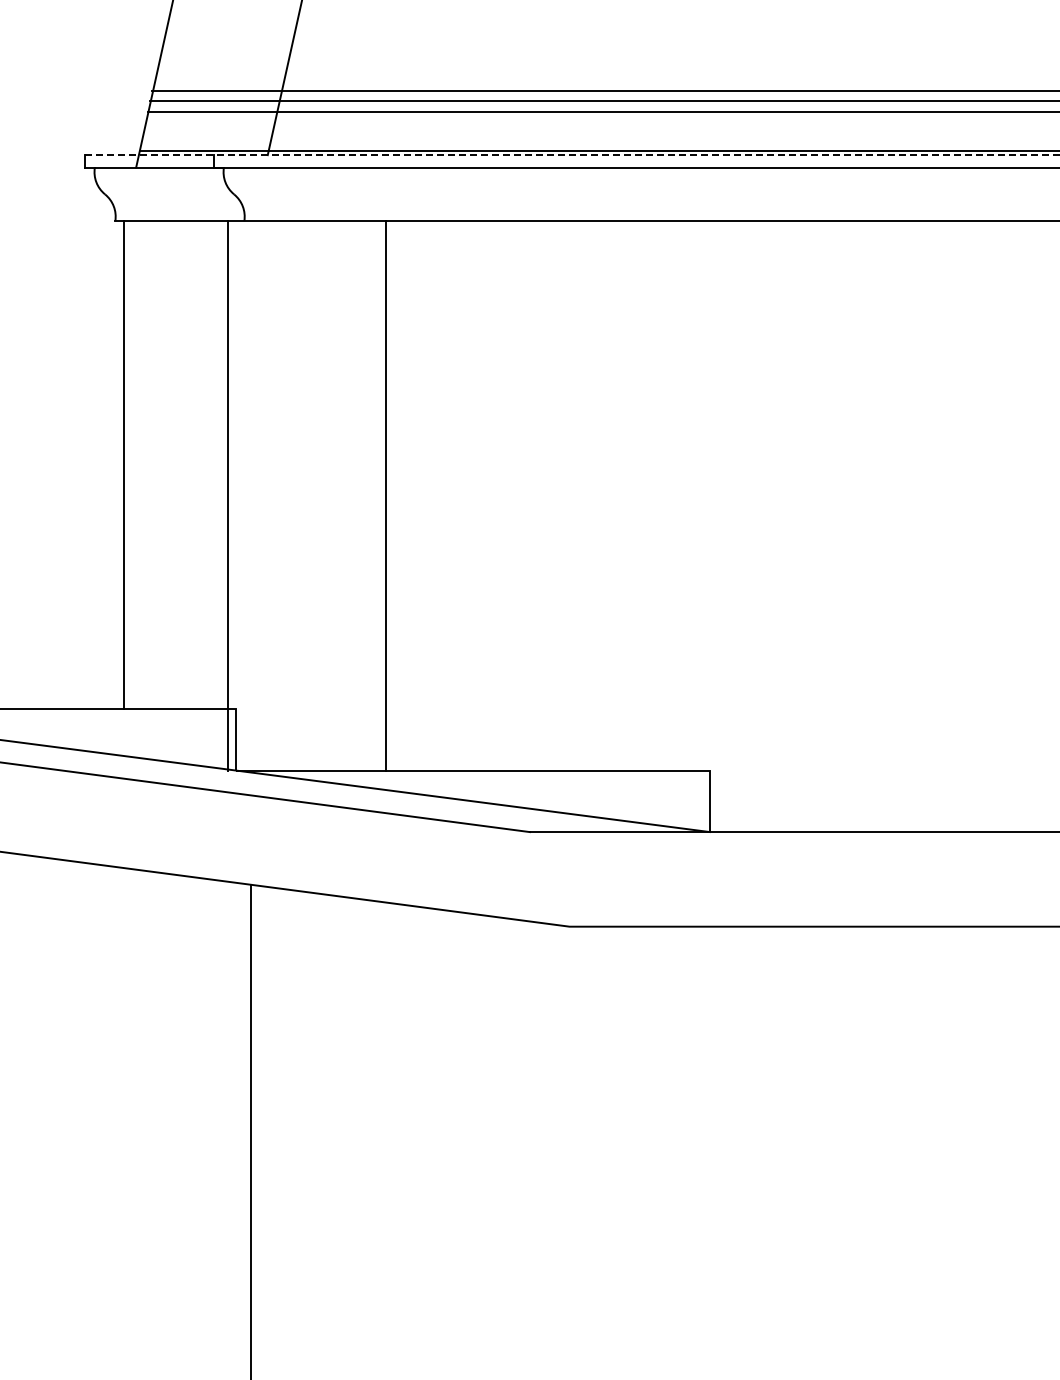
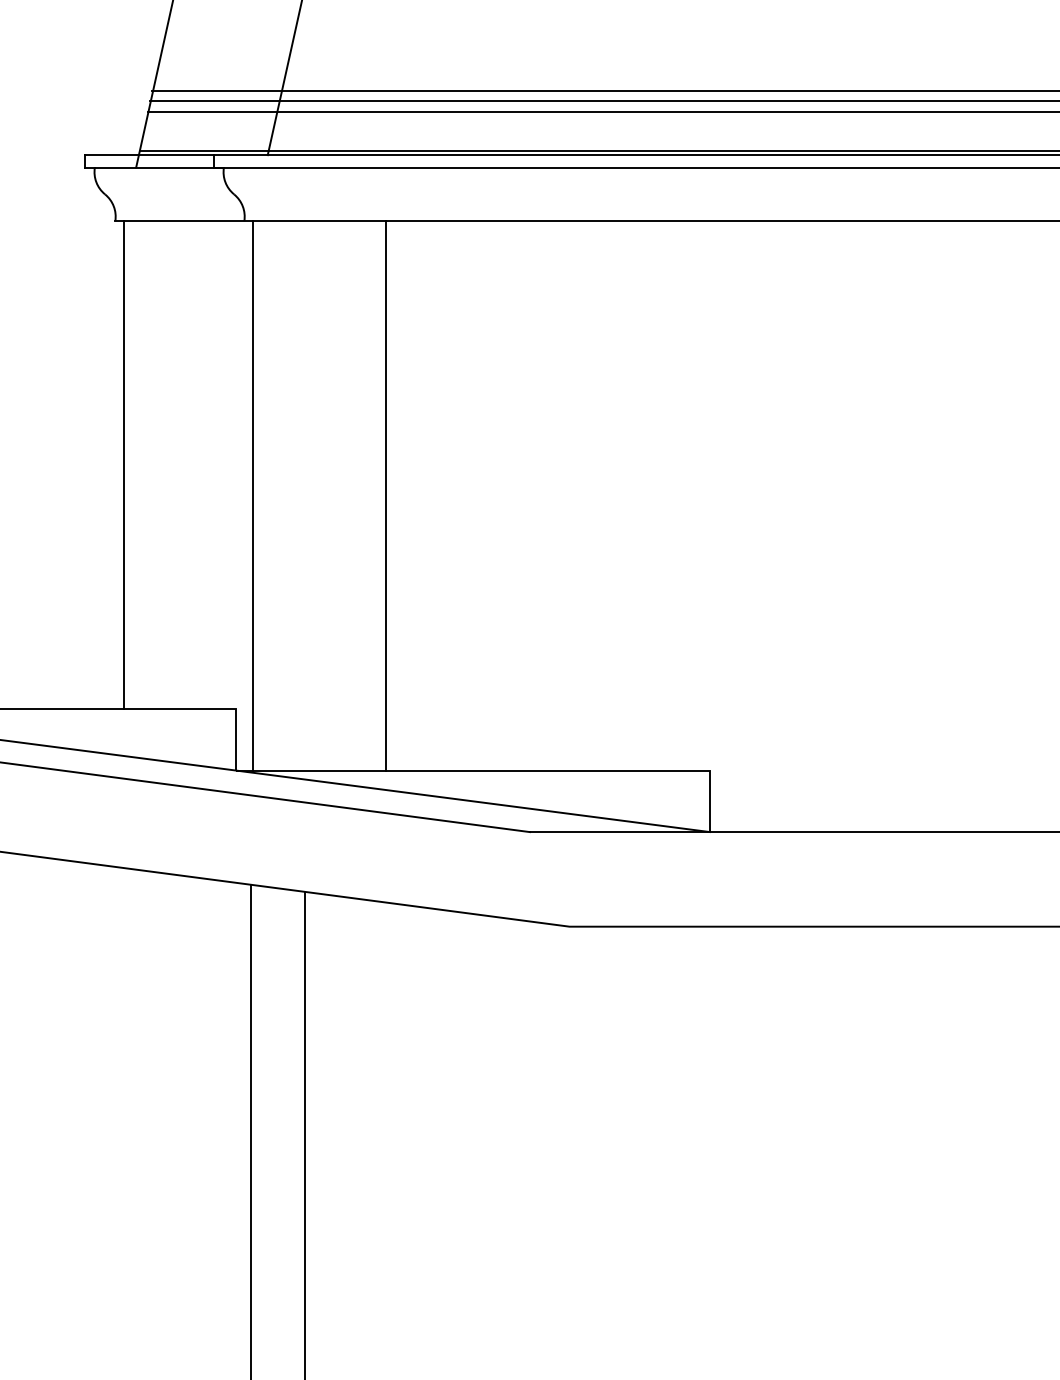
line at (572, 155): dashed -> solid
line at (228, 495) position: (228, 495) -> (253, 495)
line at (304, 1133): none -> present
